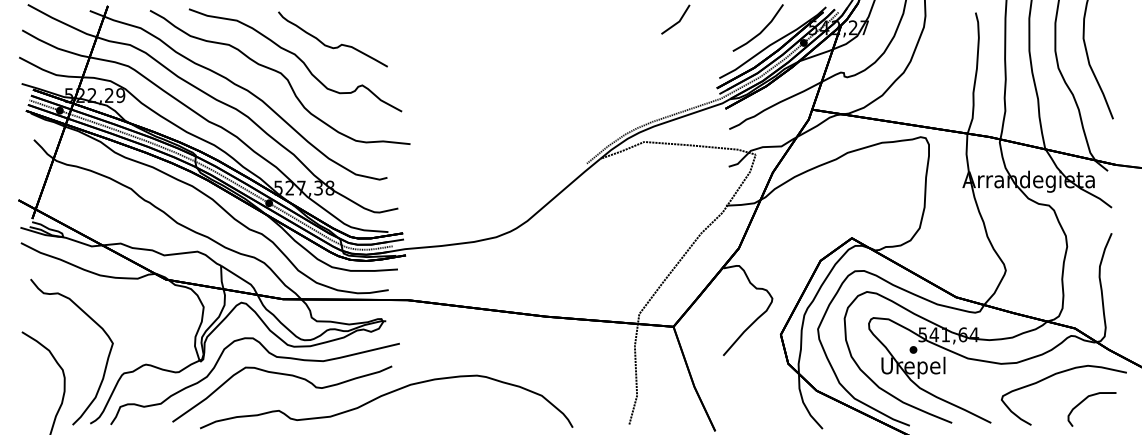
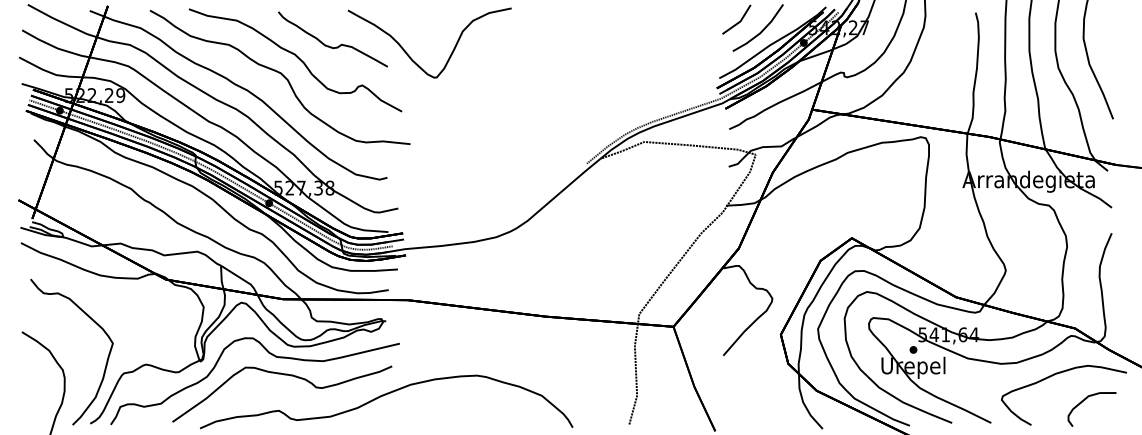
part at (675, 19) position: (675, 19) -> (736, 19)
part at (412, 58): none -> present
